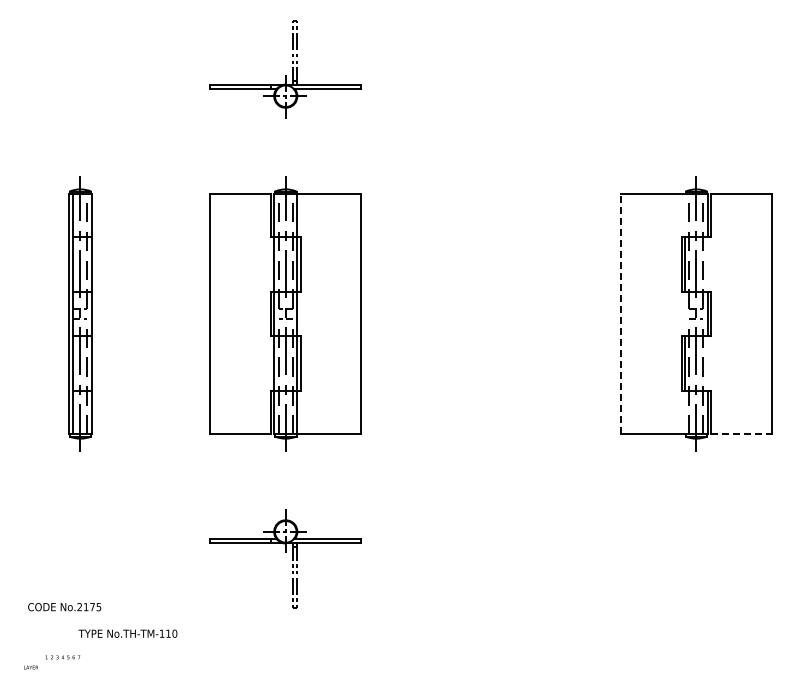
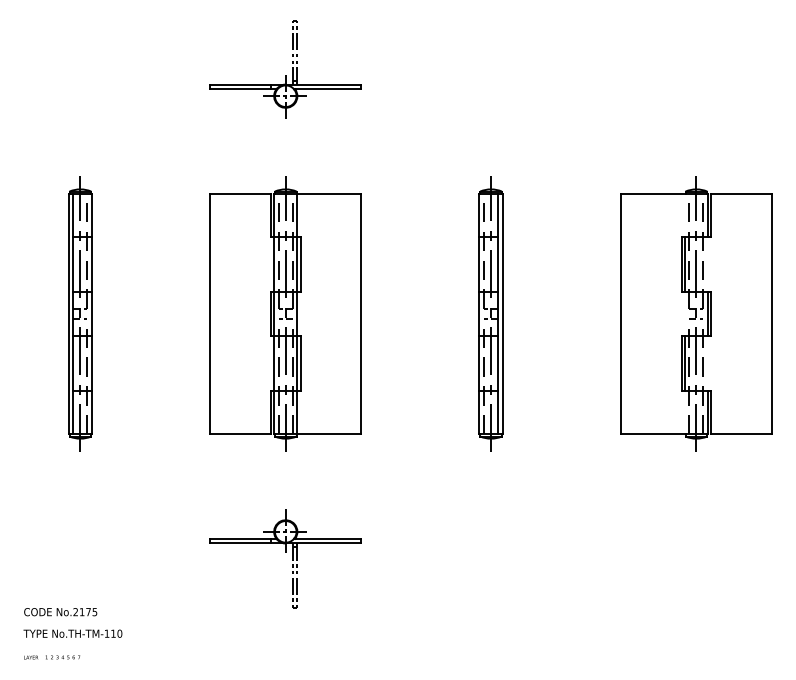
part at (490, 313): none -> present
line at (620, 313): dashed -> solid
line at (742, 434): dashed -> solid
text at (64, 607) position: (64, 607) -> (60, 612)
text at (127, 633) position: (127, 633) -> (72, 633)
text at (31, 667) position: (31, 667) -> (31, 657)
